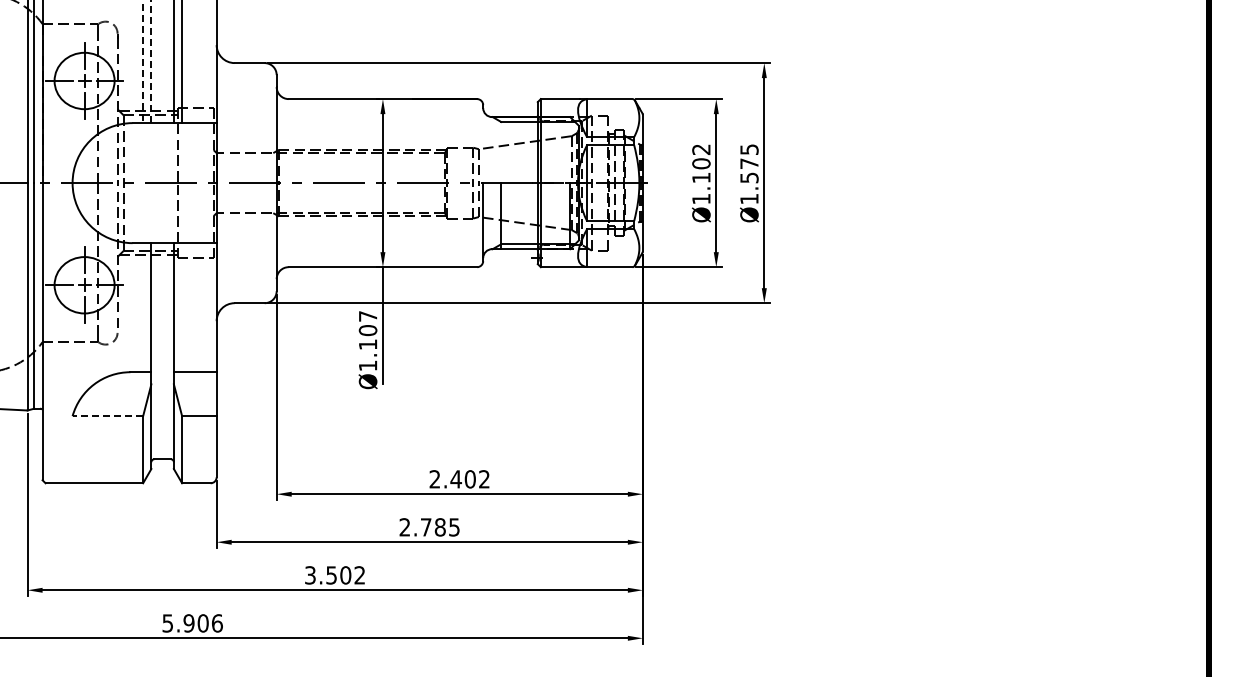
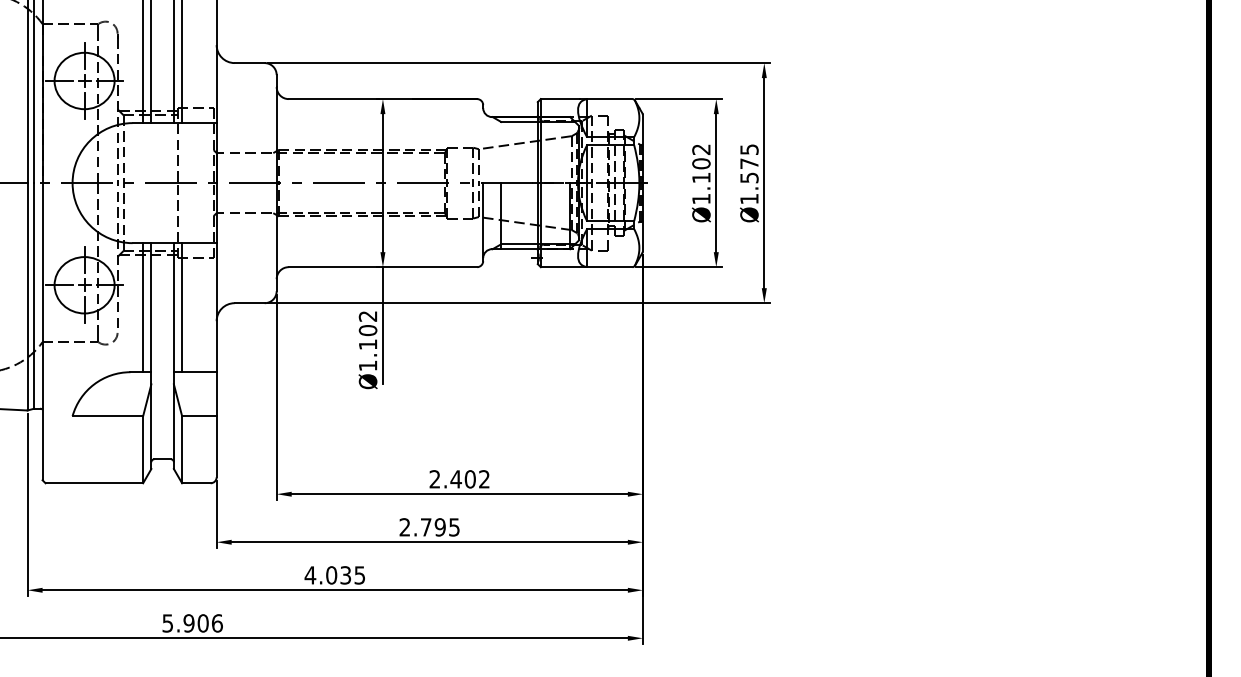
line at (151, 61): dashed -> solid
line at (143, 62): dashed -> solid
line at (143, 307): none -> present
line at (182, 307): none -> present
text at (367, 316): Ø1.107 -> Ø1.102
line at (107, 416): dashed -> solid
text at (439, 527): 2.785 -> 2.795
text at (334, 575): 3.502 -> 4.035
